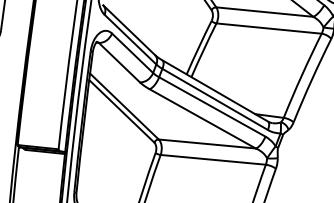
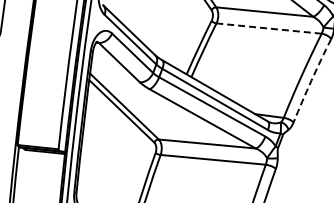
line at (269, 28): solid -> dashed
arc at (311, 80): solid -> dashed
